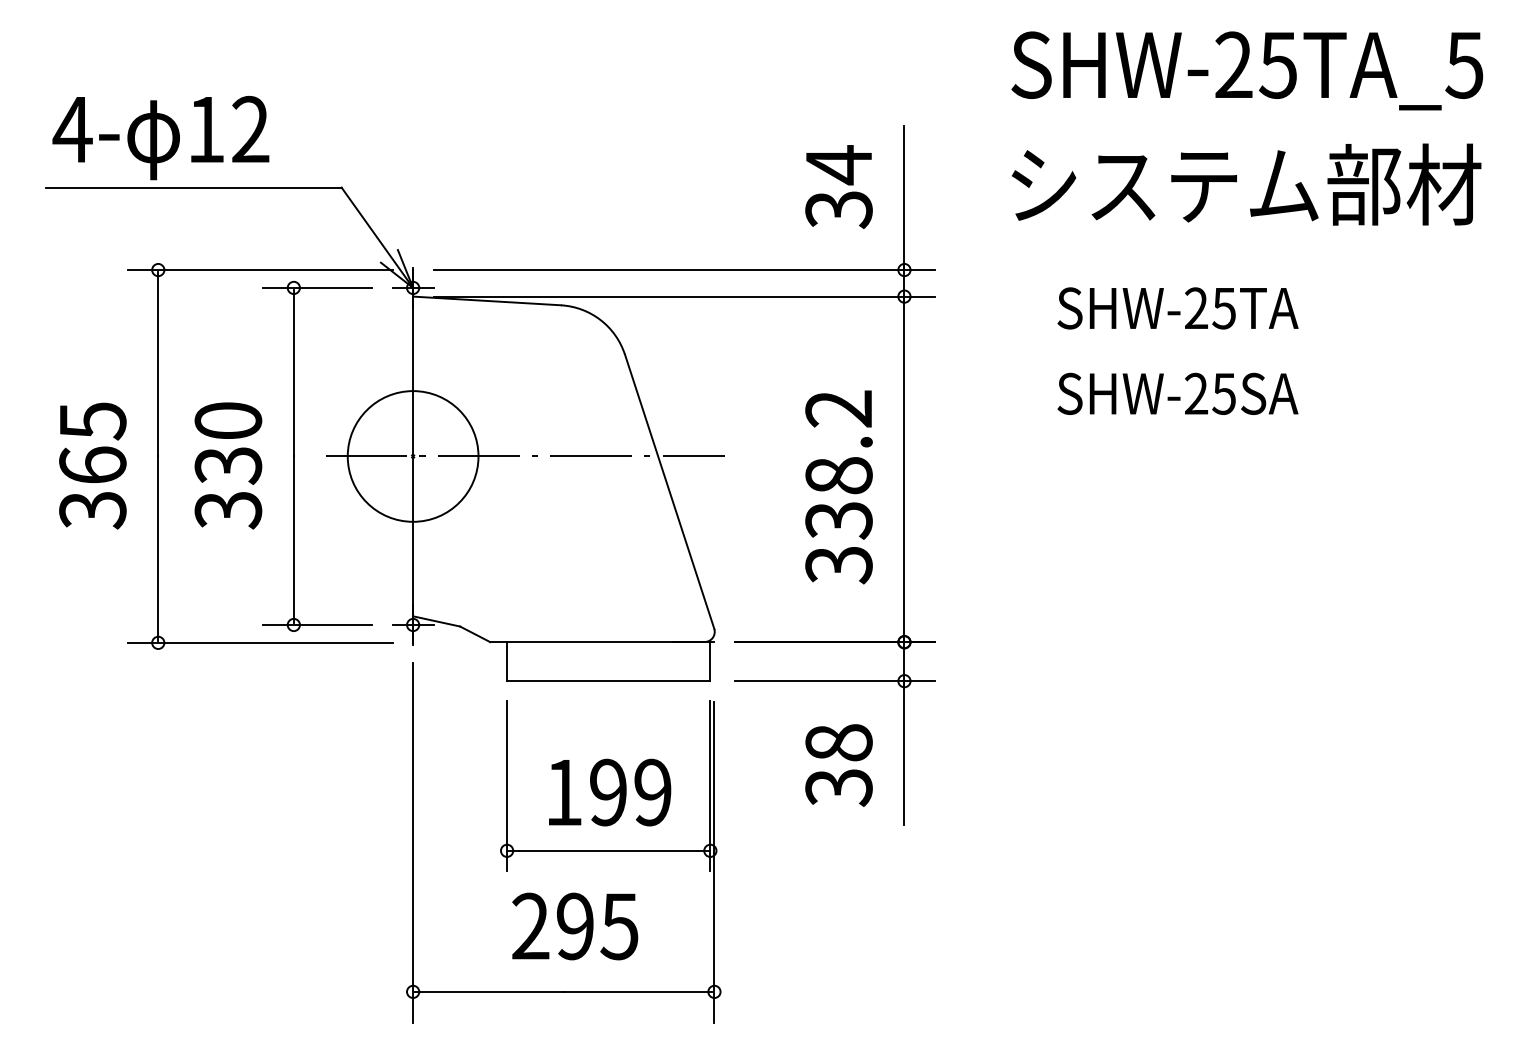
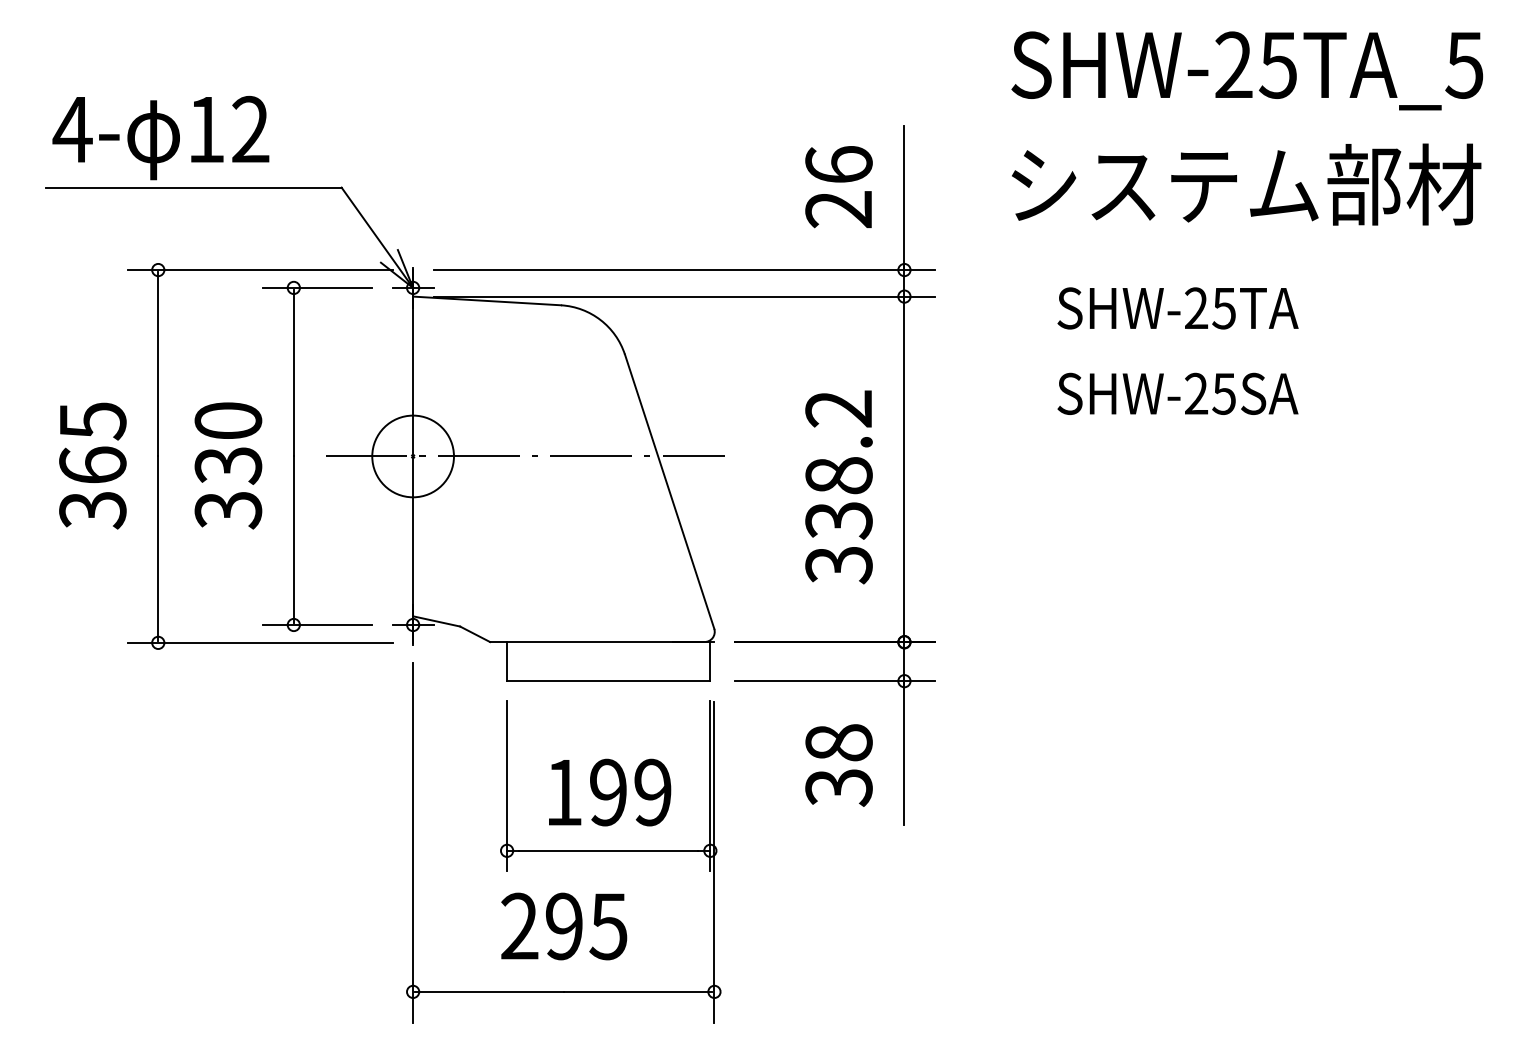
text at (838, 187): 34 -> 26
circle at (412, 456) diameter: 131 px -> 82 px
text at (575, 926) position: (575, 926) -> (564, 926)
